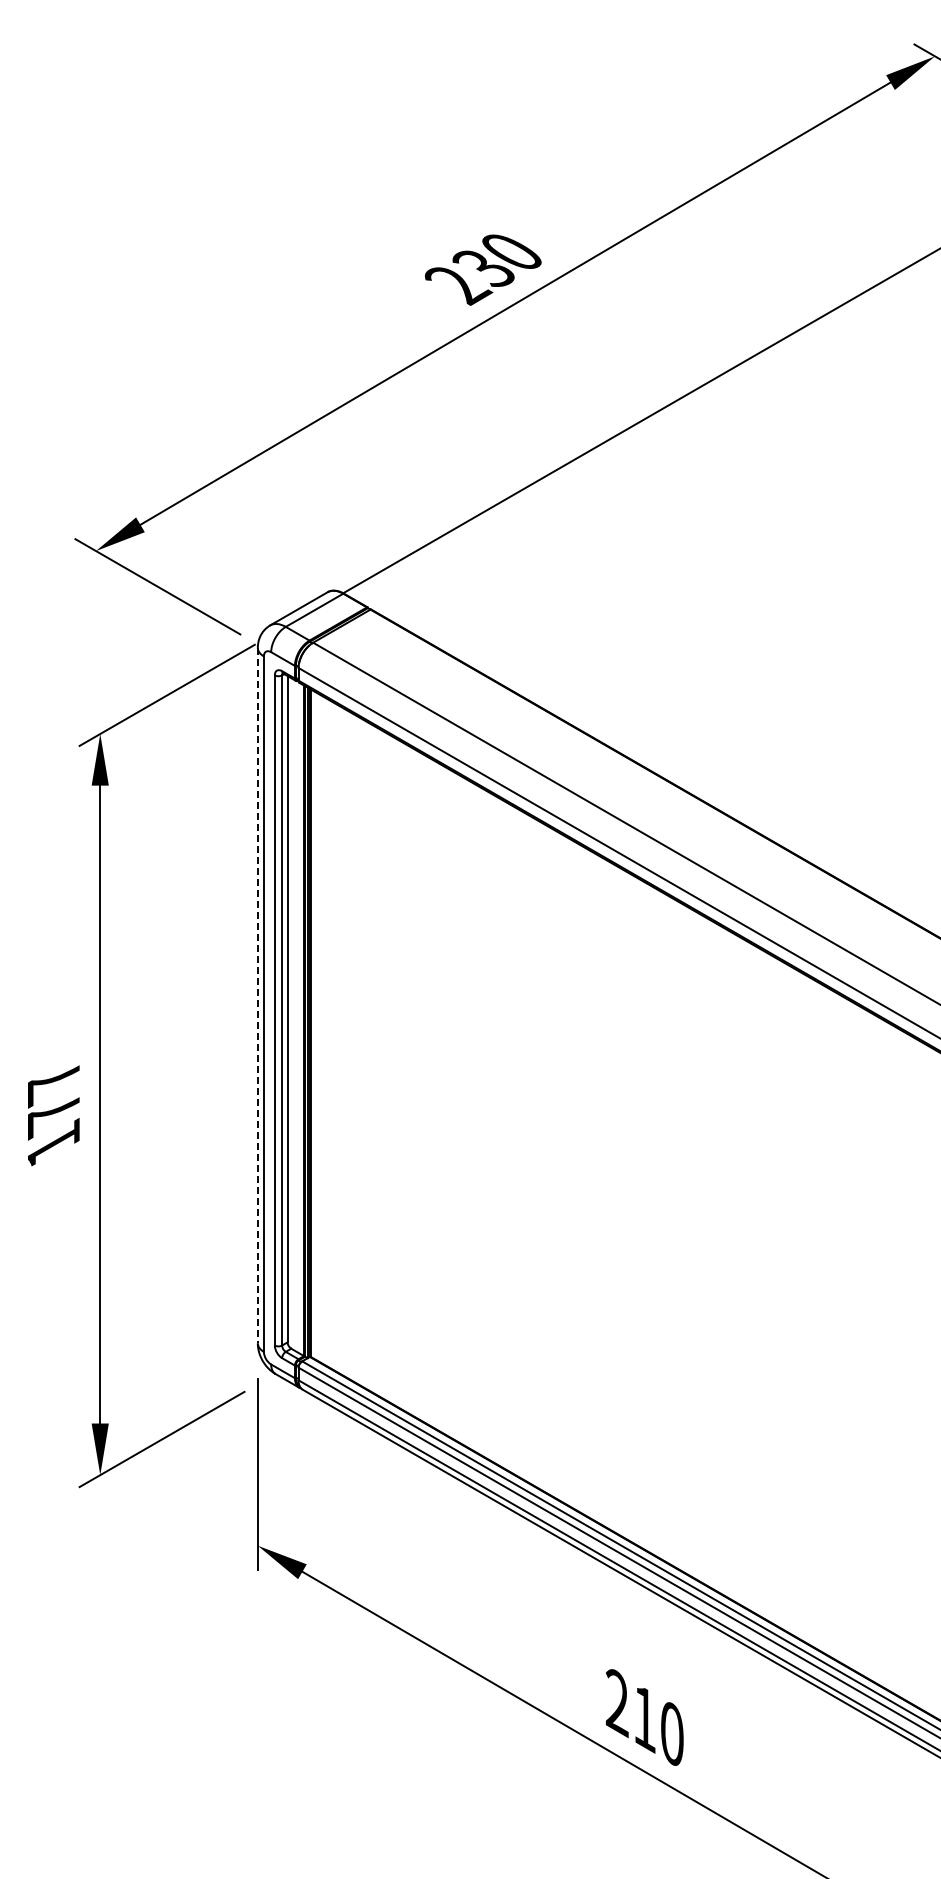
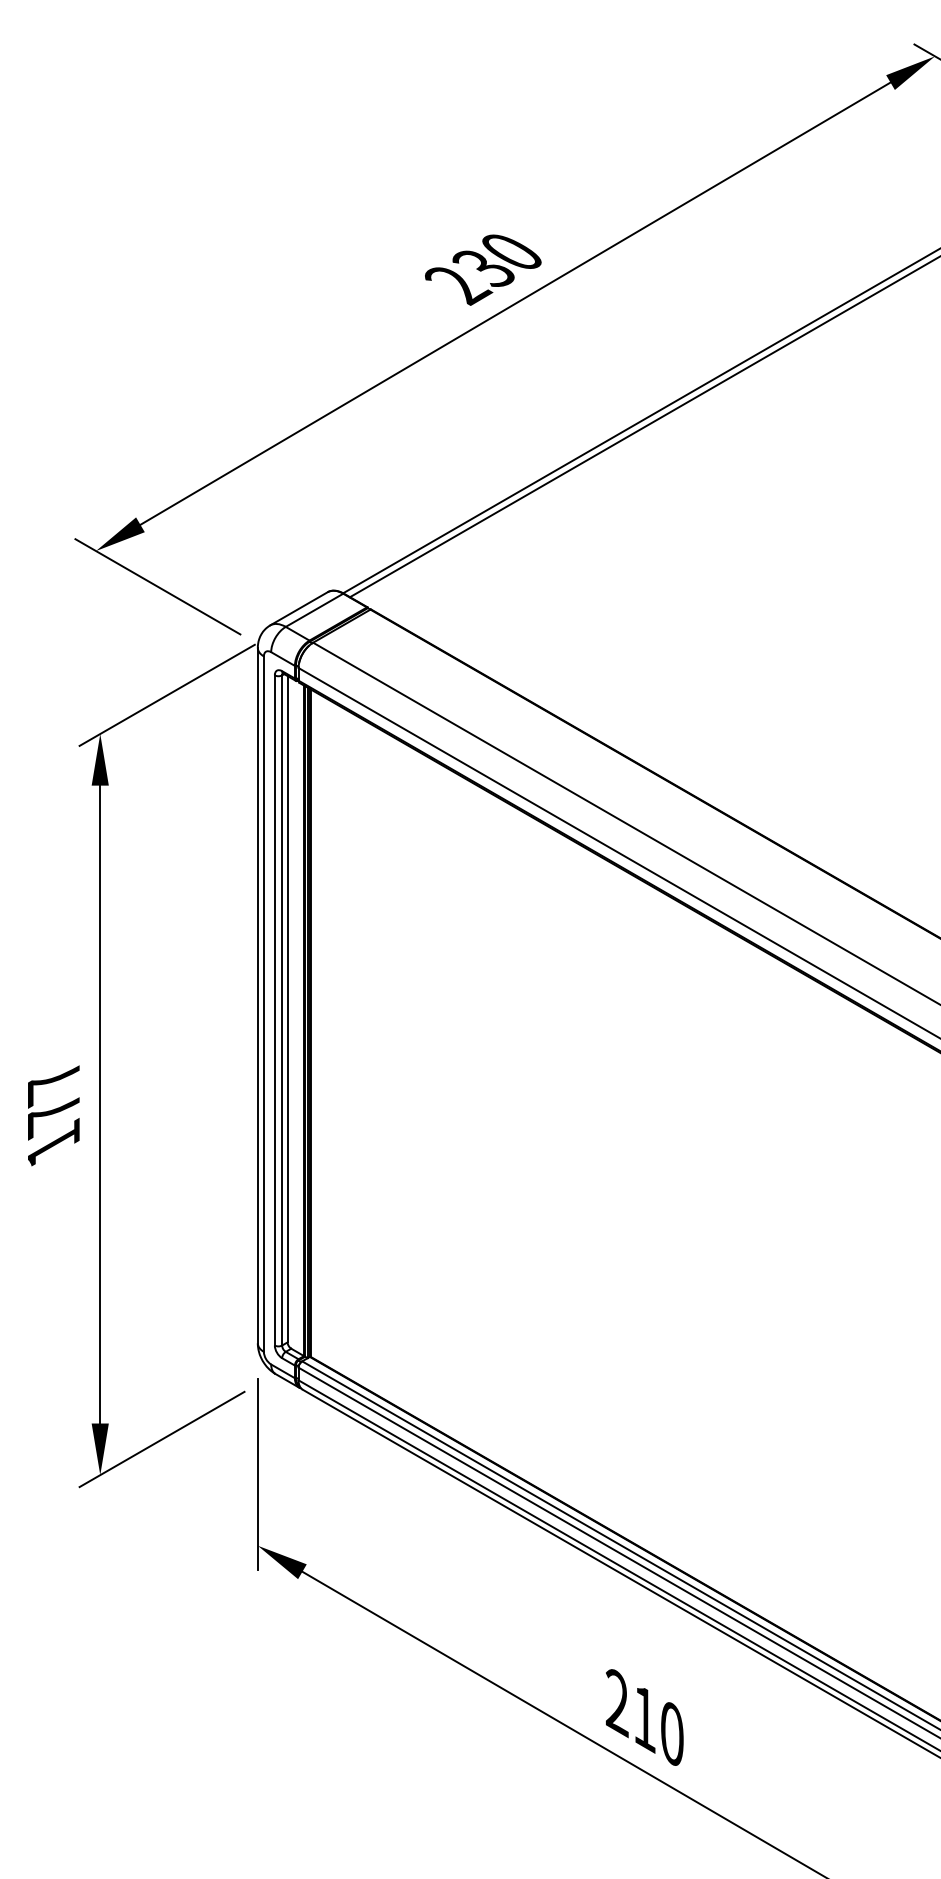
line at (643, 427): none -> present
line at (257, 995): dashed -> solid
